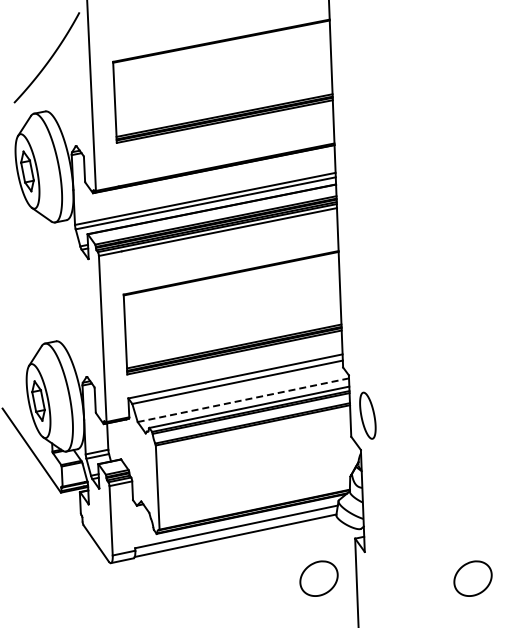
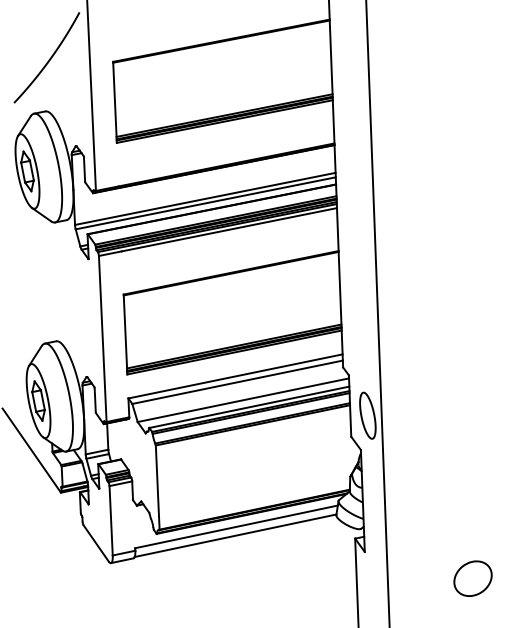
line at (377, 313): none -> present
line at (243, 400): dashed -> solid
part at (318, 578): present -> none
